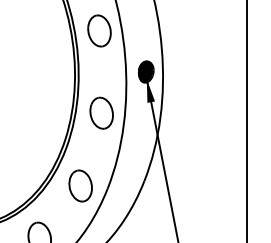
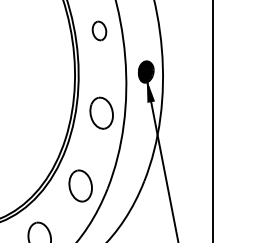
part at (99, 30) size: 25x34 px -> 17x22 px
line at (246, 120) position: (246, 120) -> (212, 120)
